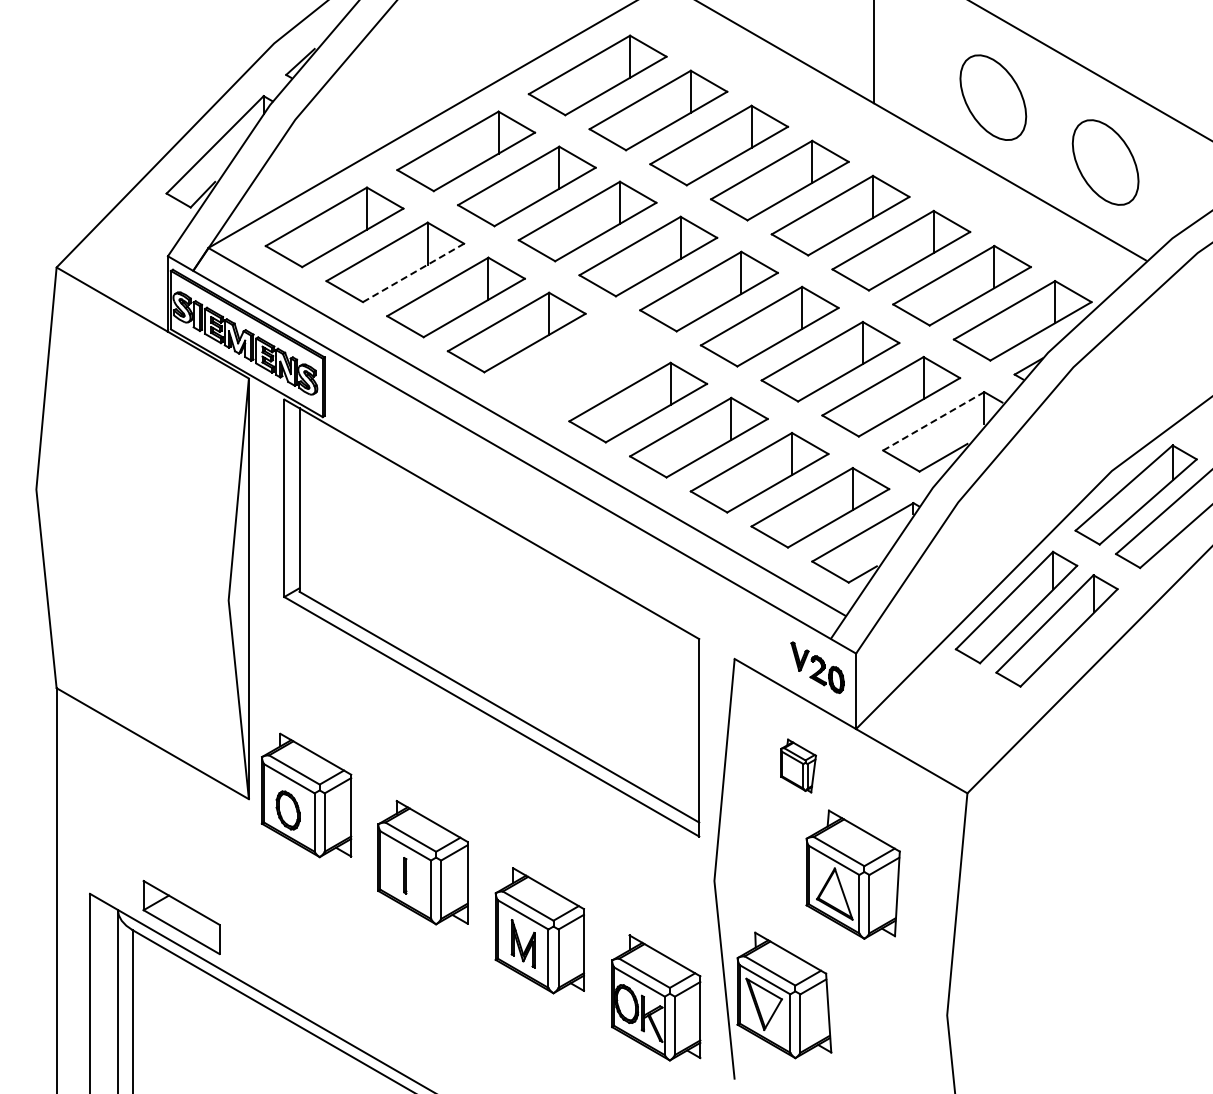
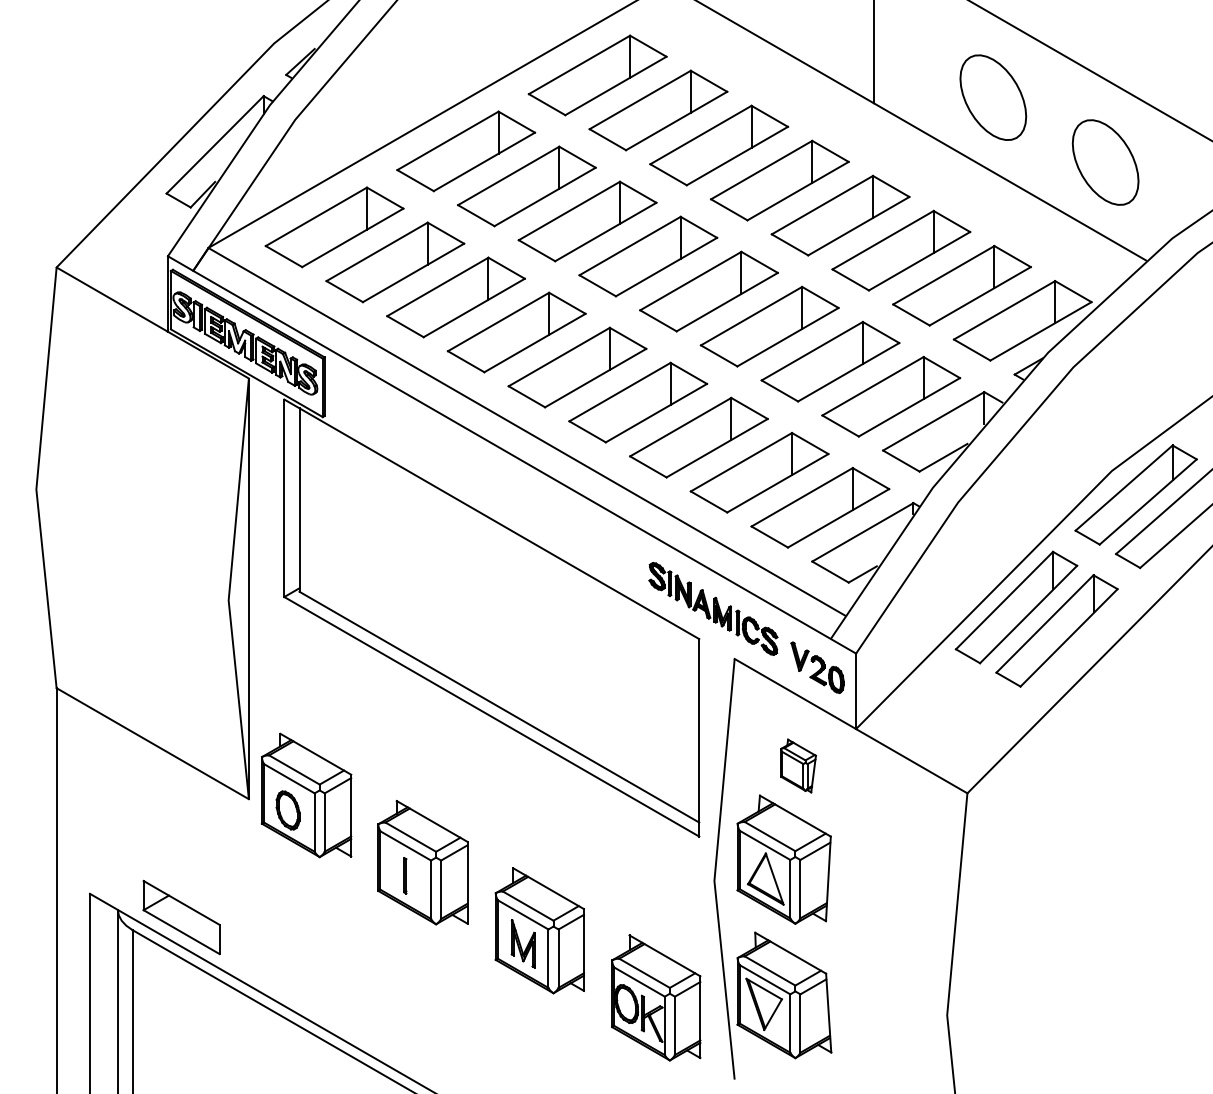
line at (413, 272): dashed -> solid
part at (577, 367): none -> present
line at (934, 421): dashed -> solid
part at (713, 608): none -> present
part at (852, 874) position: (852, 874) -> (783, 859)
